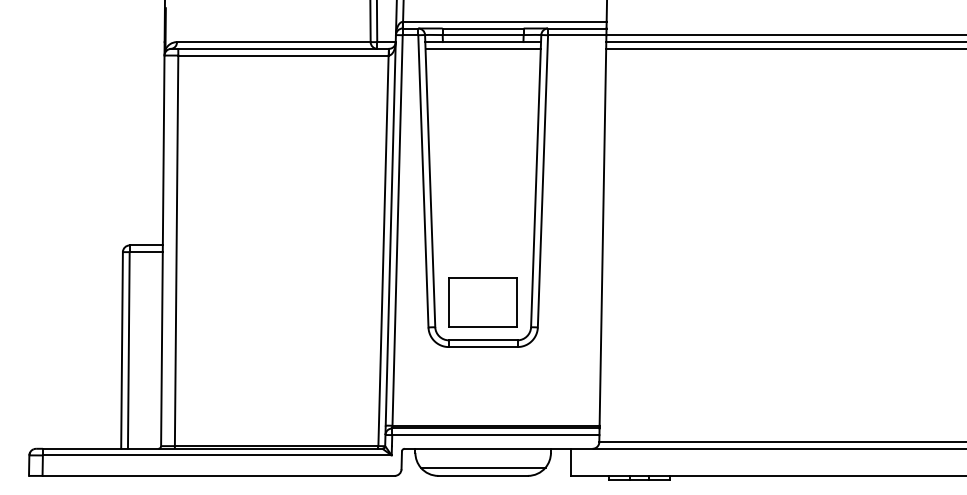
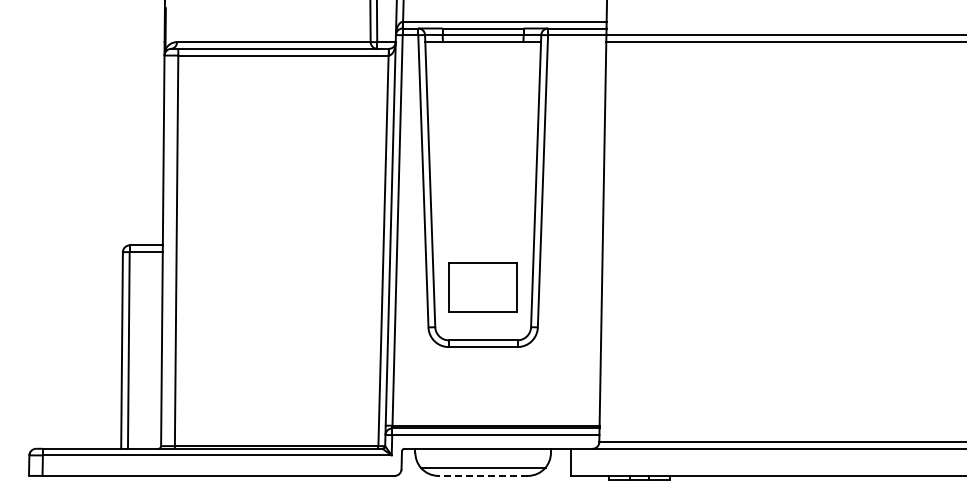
line at (482, 48): present -> none
line at (784, 48): present -> none
part at (482, 302) position: (482, 302) -> (482, 287)
line at (483, 475): solid -> dashed
